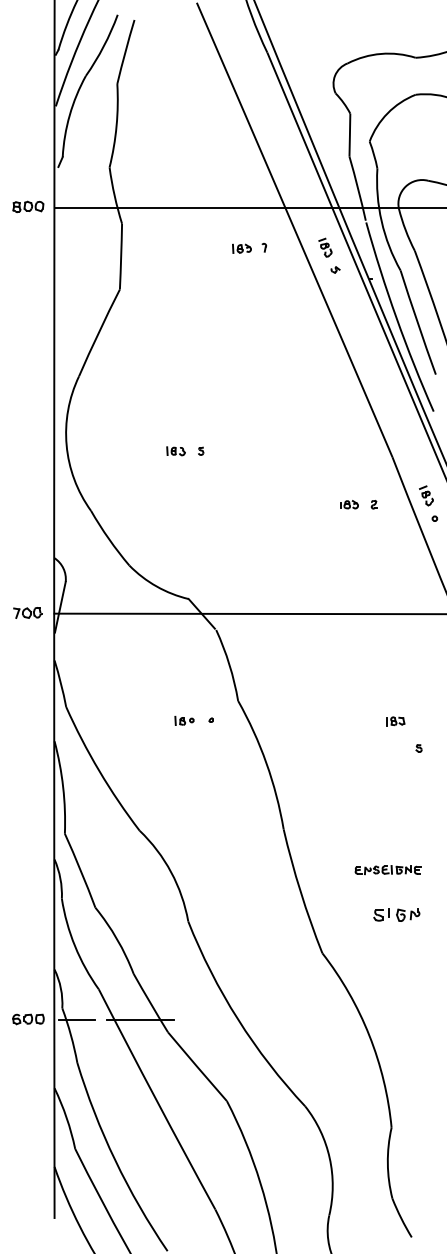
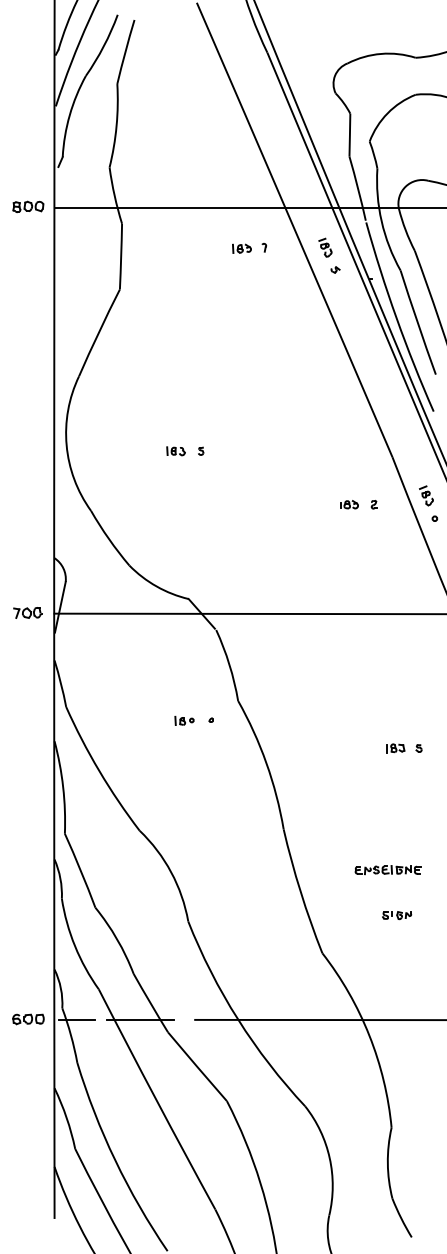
part at (395, 721) position: (395, 721) -> (395, 748)
part at (396, 914) size: 48x14 px -> 31x10 px
line at (319, 1019): none -> present
